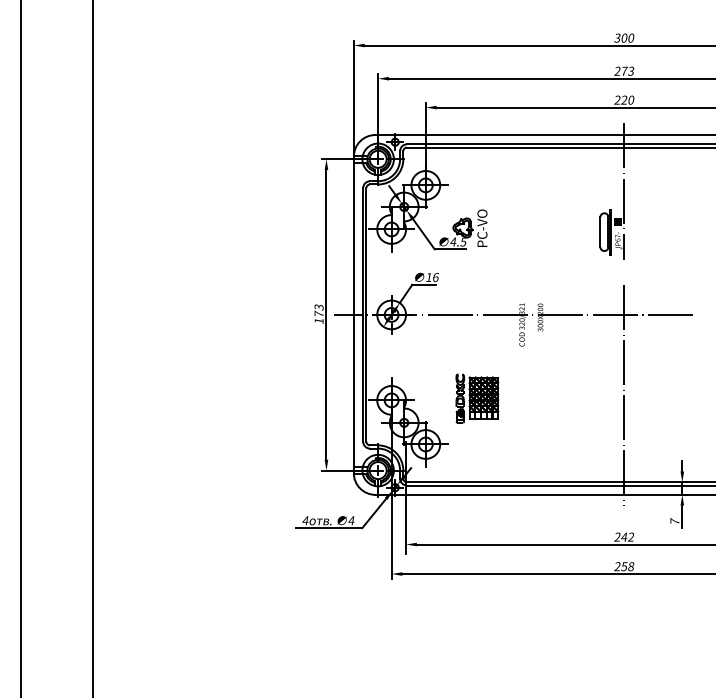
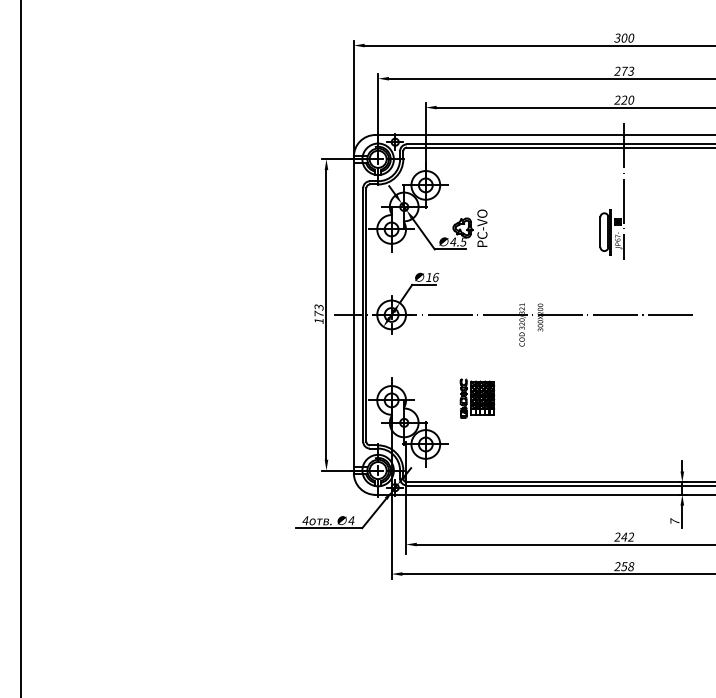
line at (93, 348): present -> none
line at (623, 395): present -> none
part at (477, 398) size: 45x51 px -> 37x41 px
